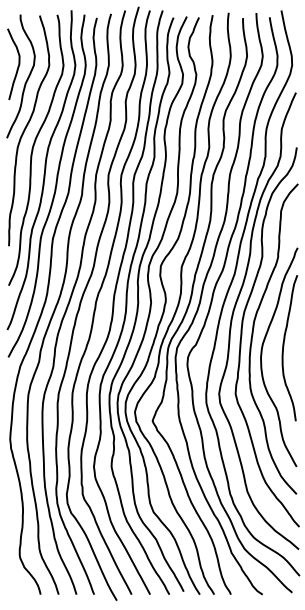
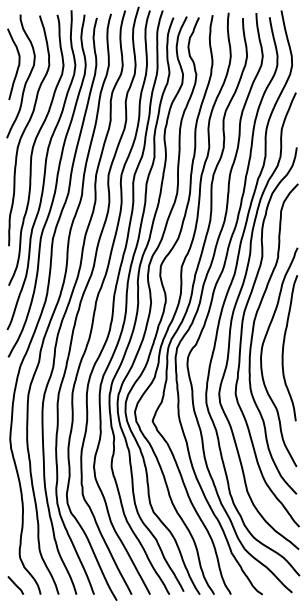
line at (15, 585): none -> present
